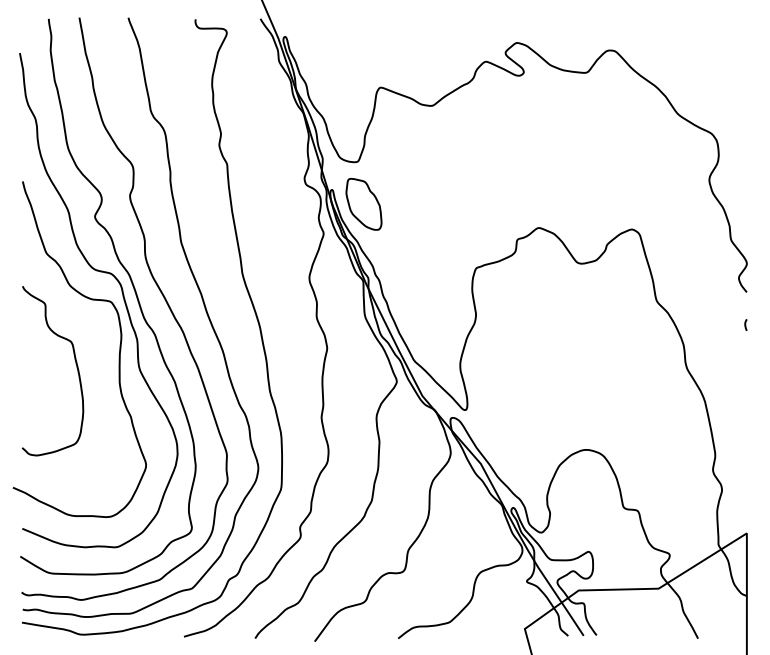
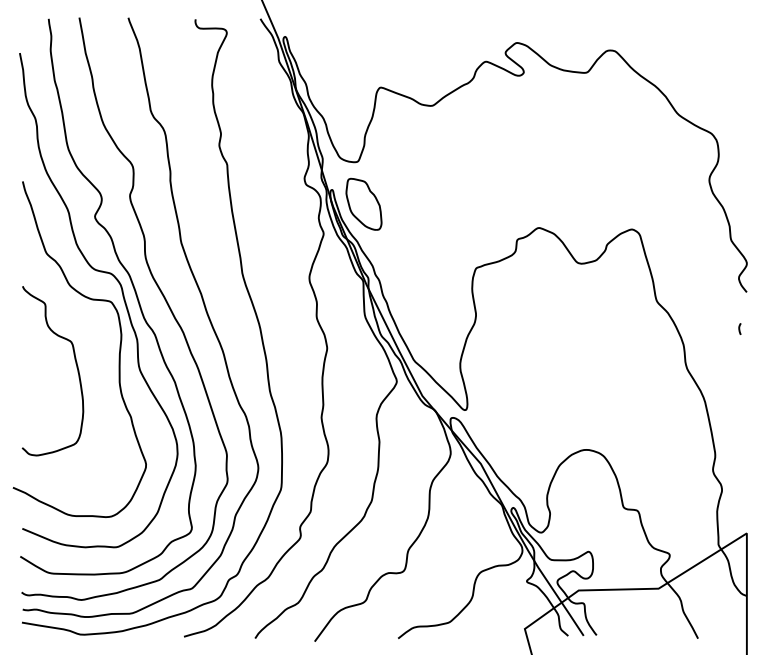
curve at (745, 324) position: (745, 324) -> (739, 328)
